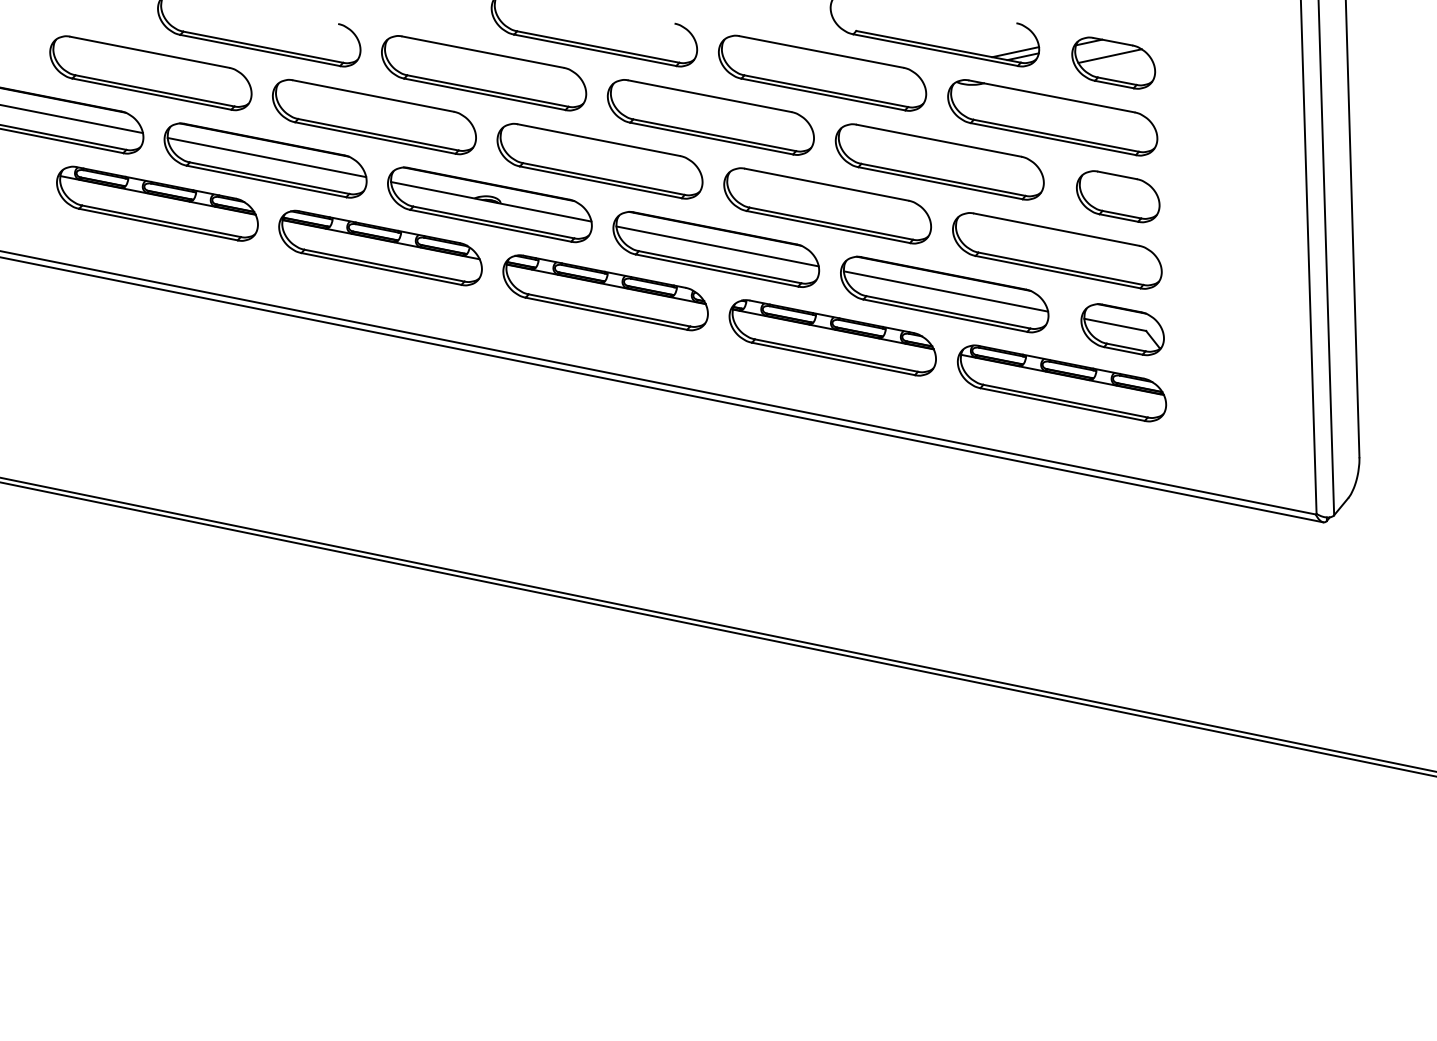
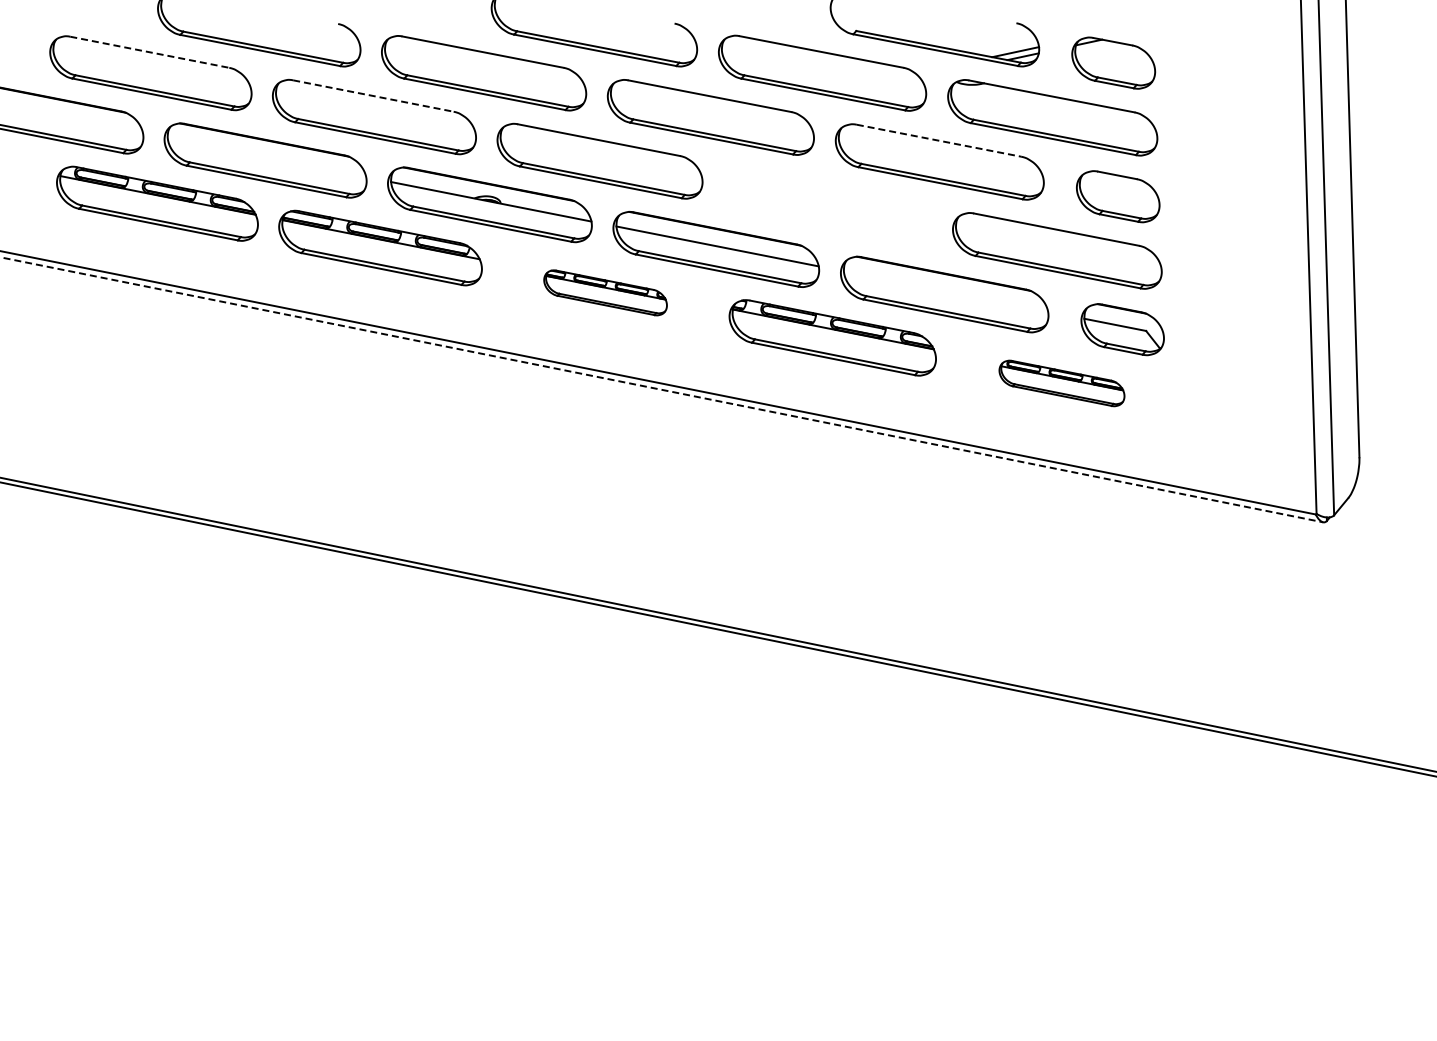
line at (150, 52): solid -> dashed
line at (1109, 55): present -> none
line at (373, 96): solid -> dashed
line at (72, 119): present -> none
line at (938, 140): solid -> dashed
line at (266, 157): present -> none
part at (827, 205): present -> none
line at (945, 291): present -> none
part at (605, 292) size: 207x78 px -> 125x48 px
part at (1061, 383) size: 212x79 px -> 128x49 px
line at (662, 389): solid -> dashed
